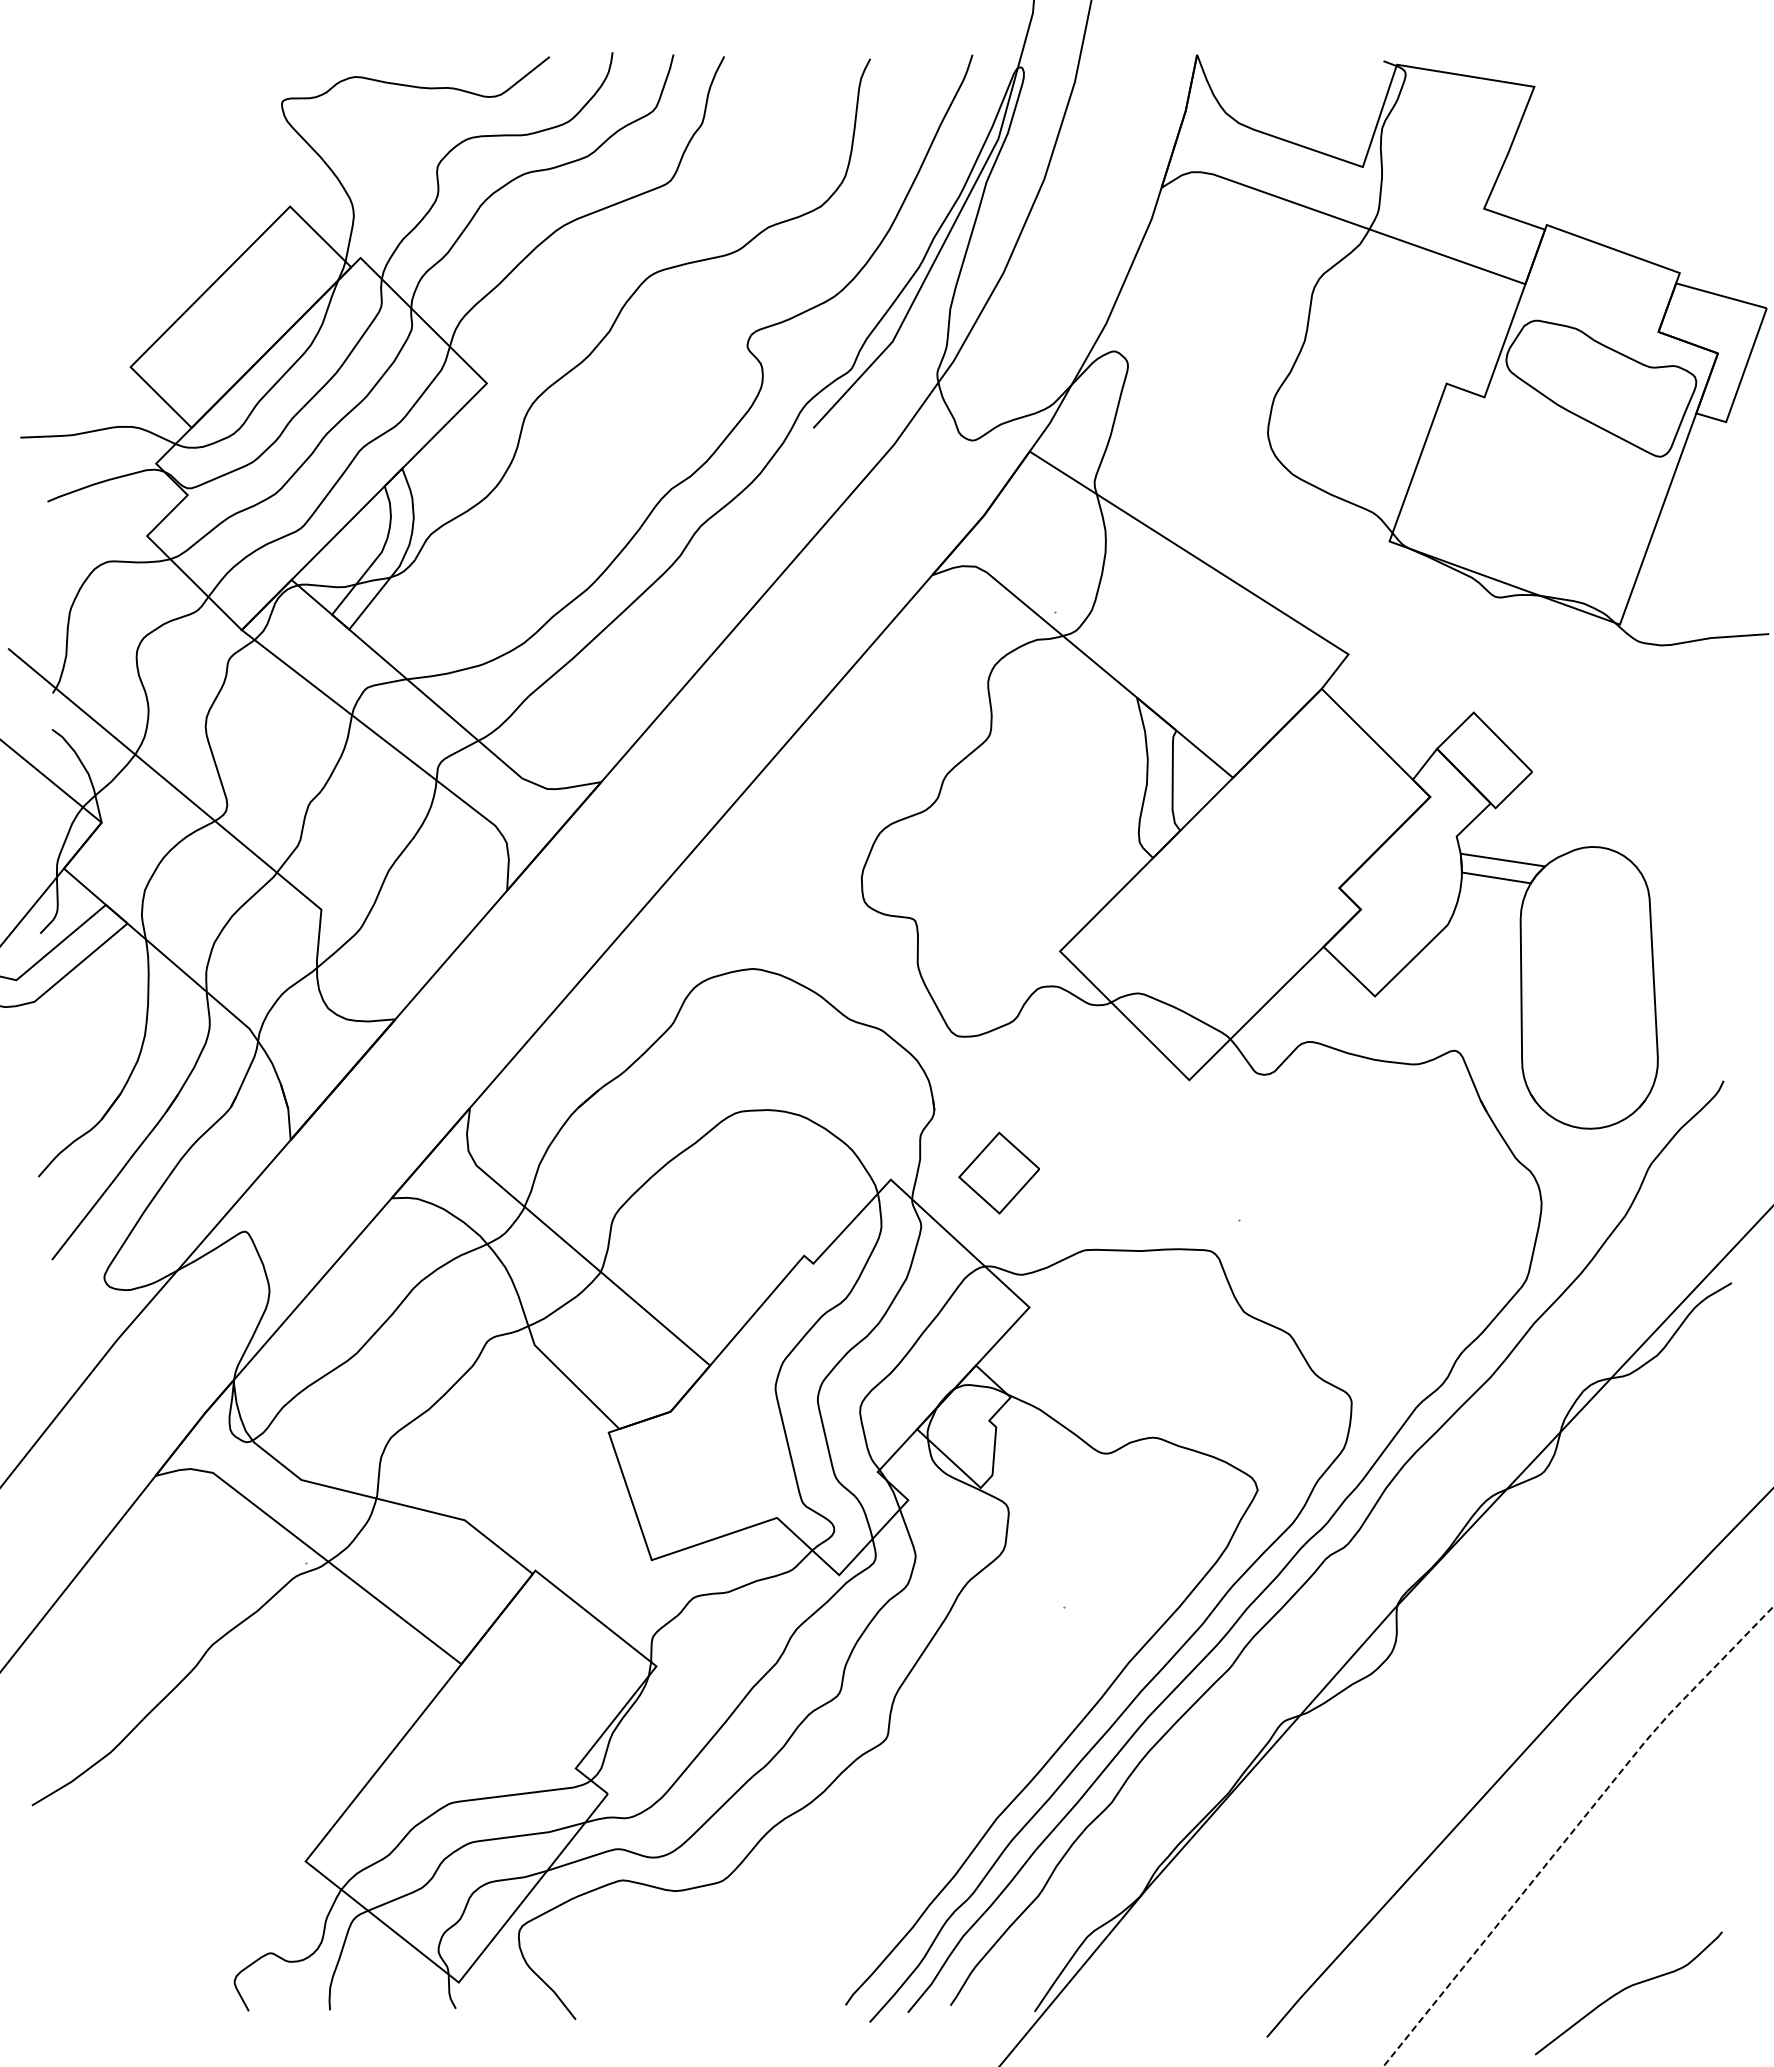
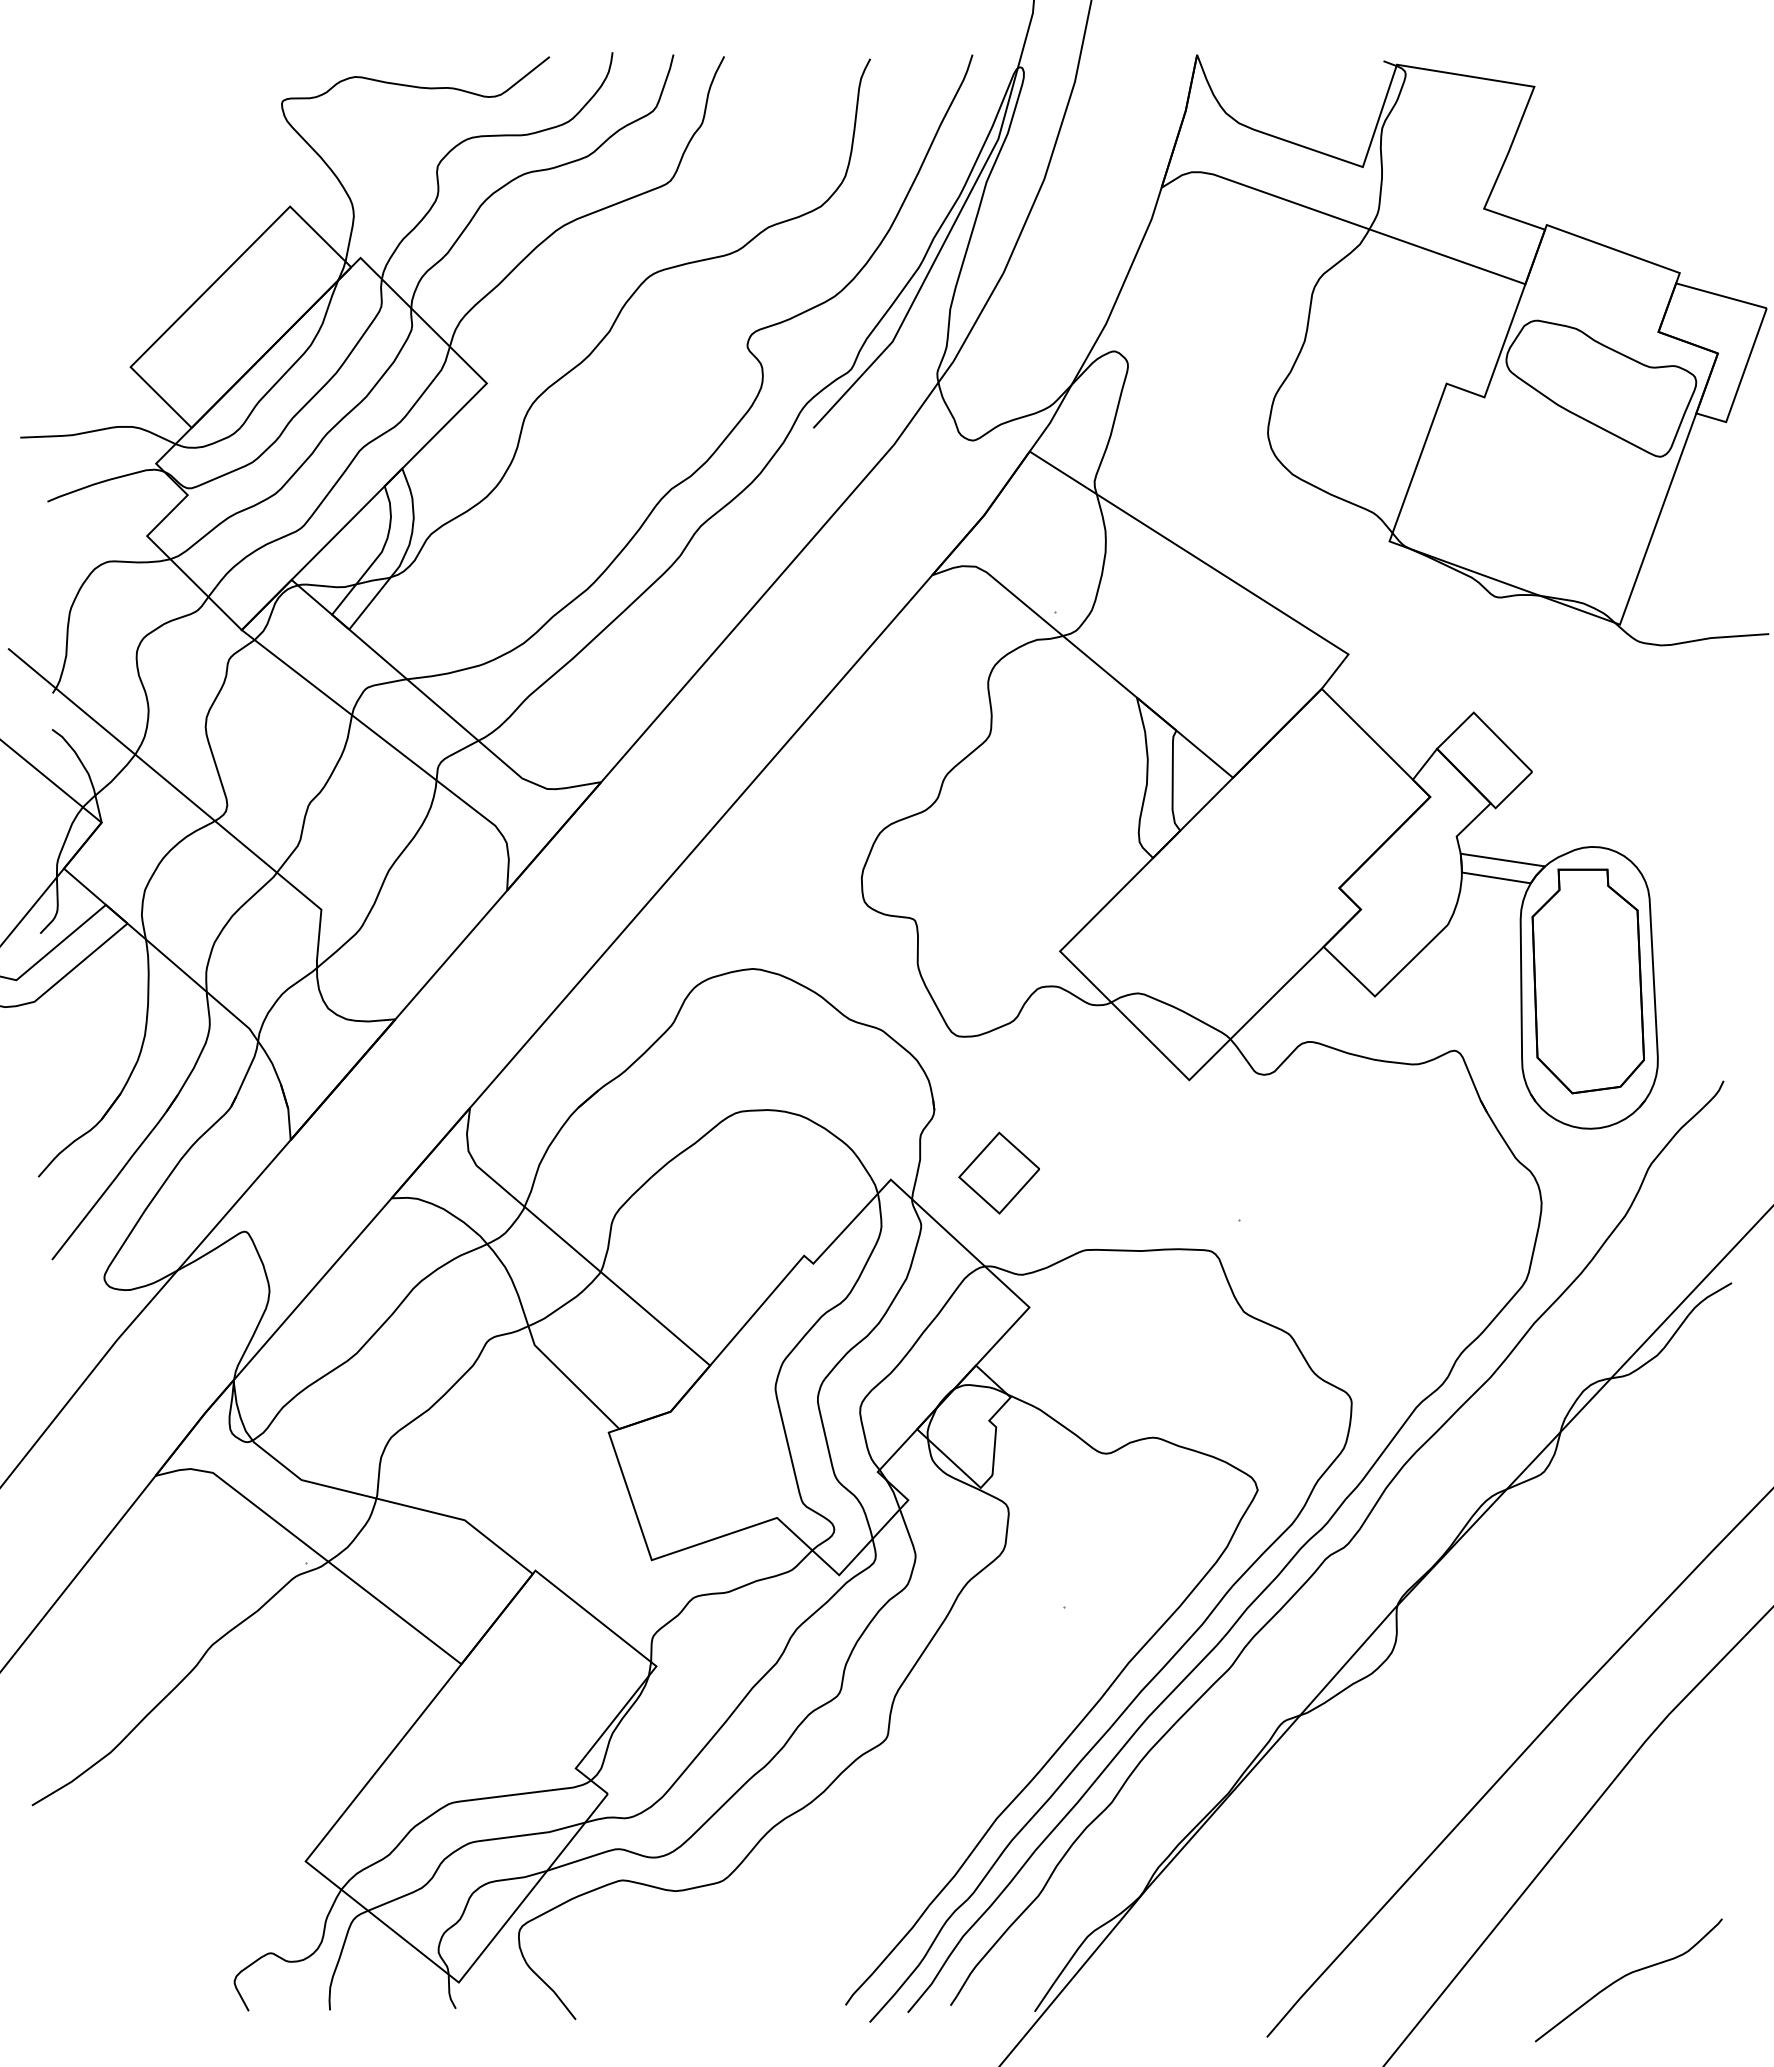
part at (1587, 981): none -> present
line at (1573, 1830): dashed -> solid
curve at (1626, 1989) position: (1626, 1989) -> (1626, 1976)
